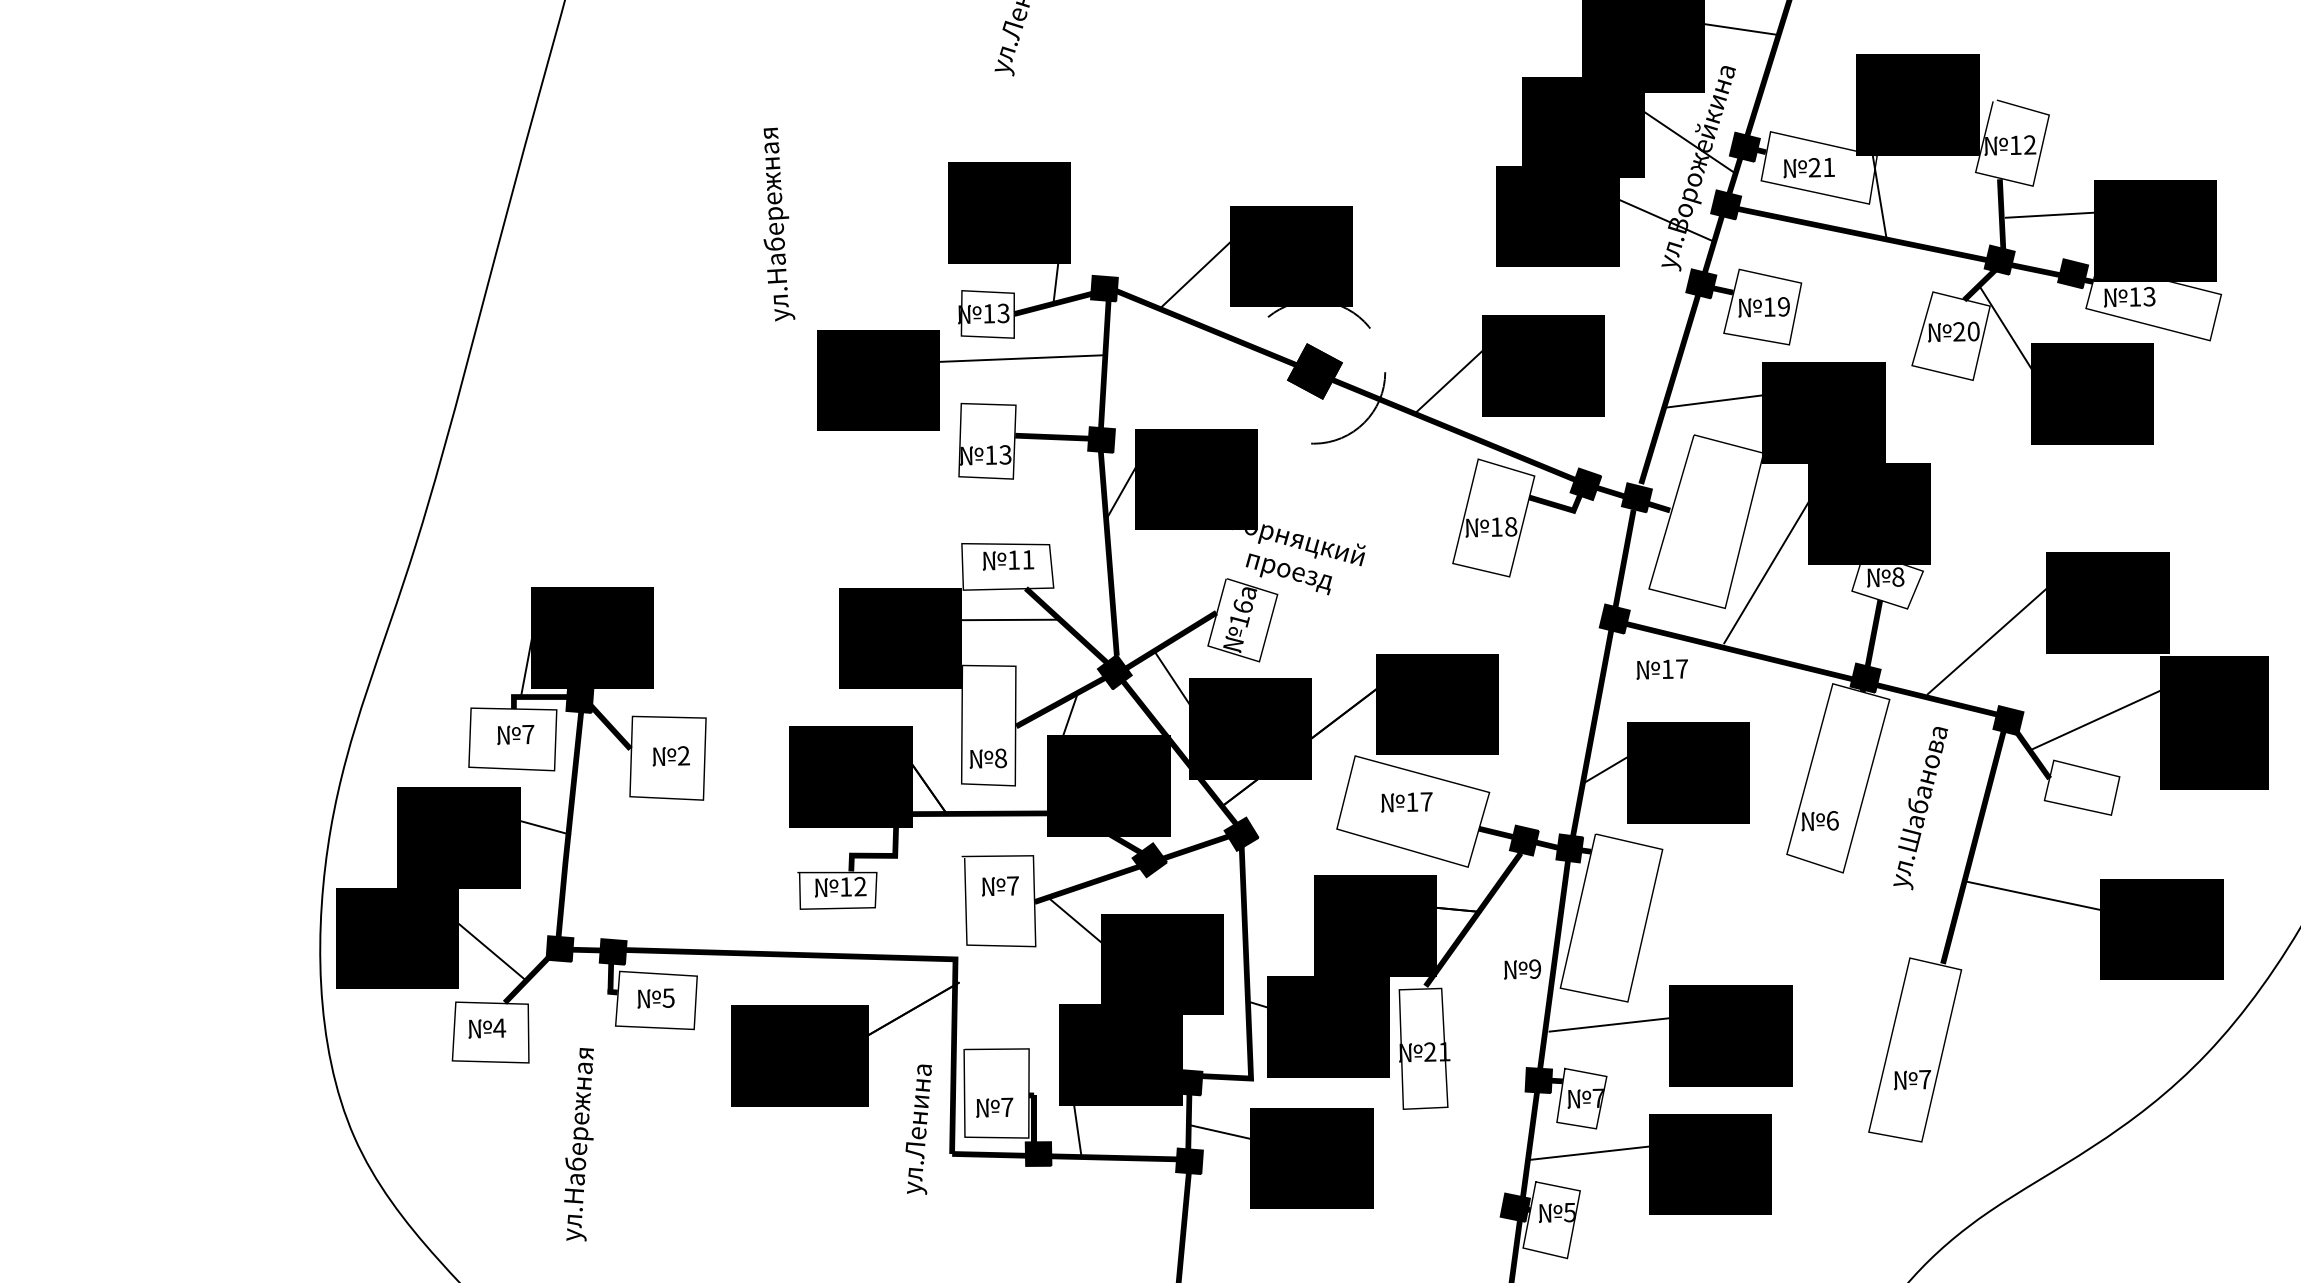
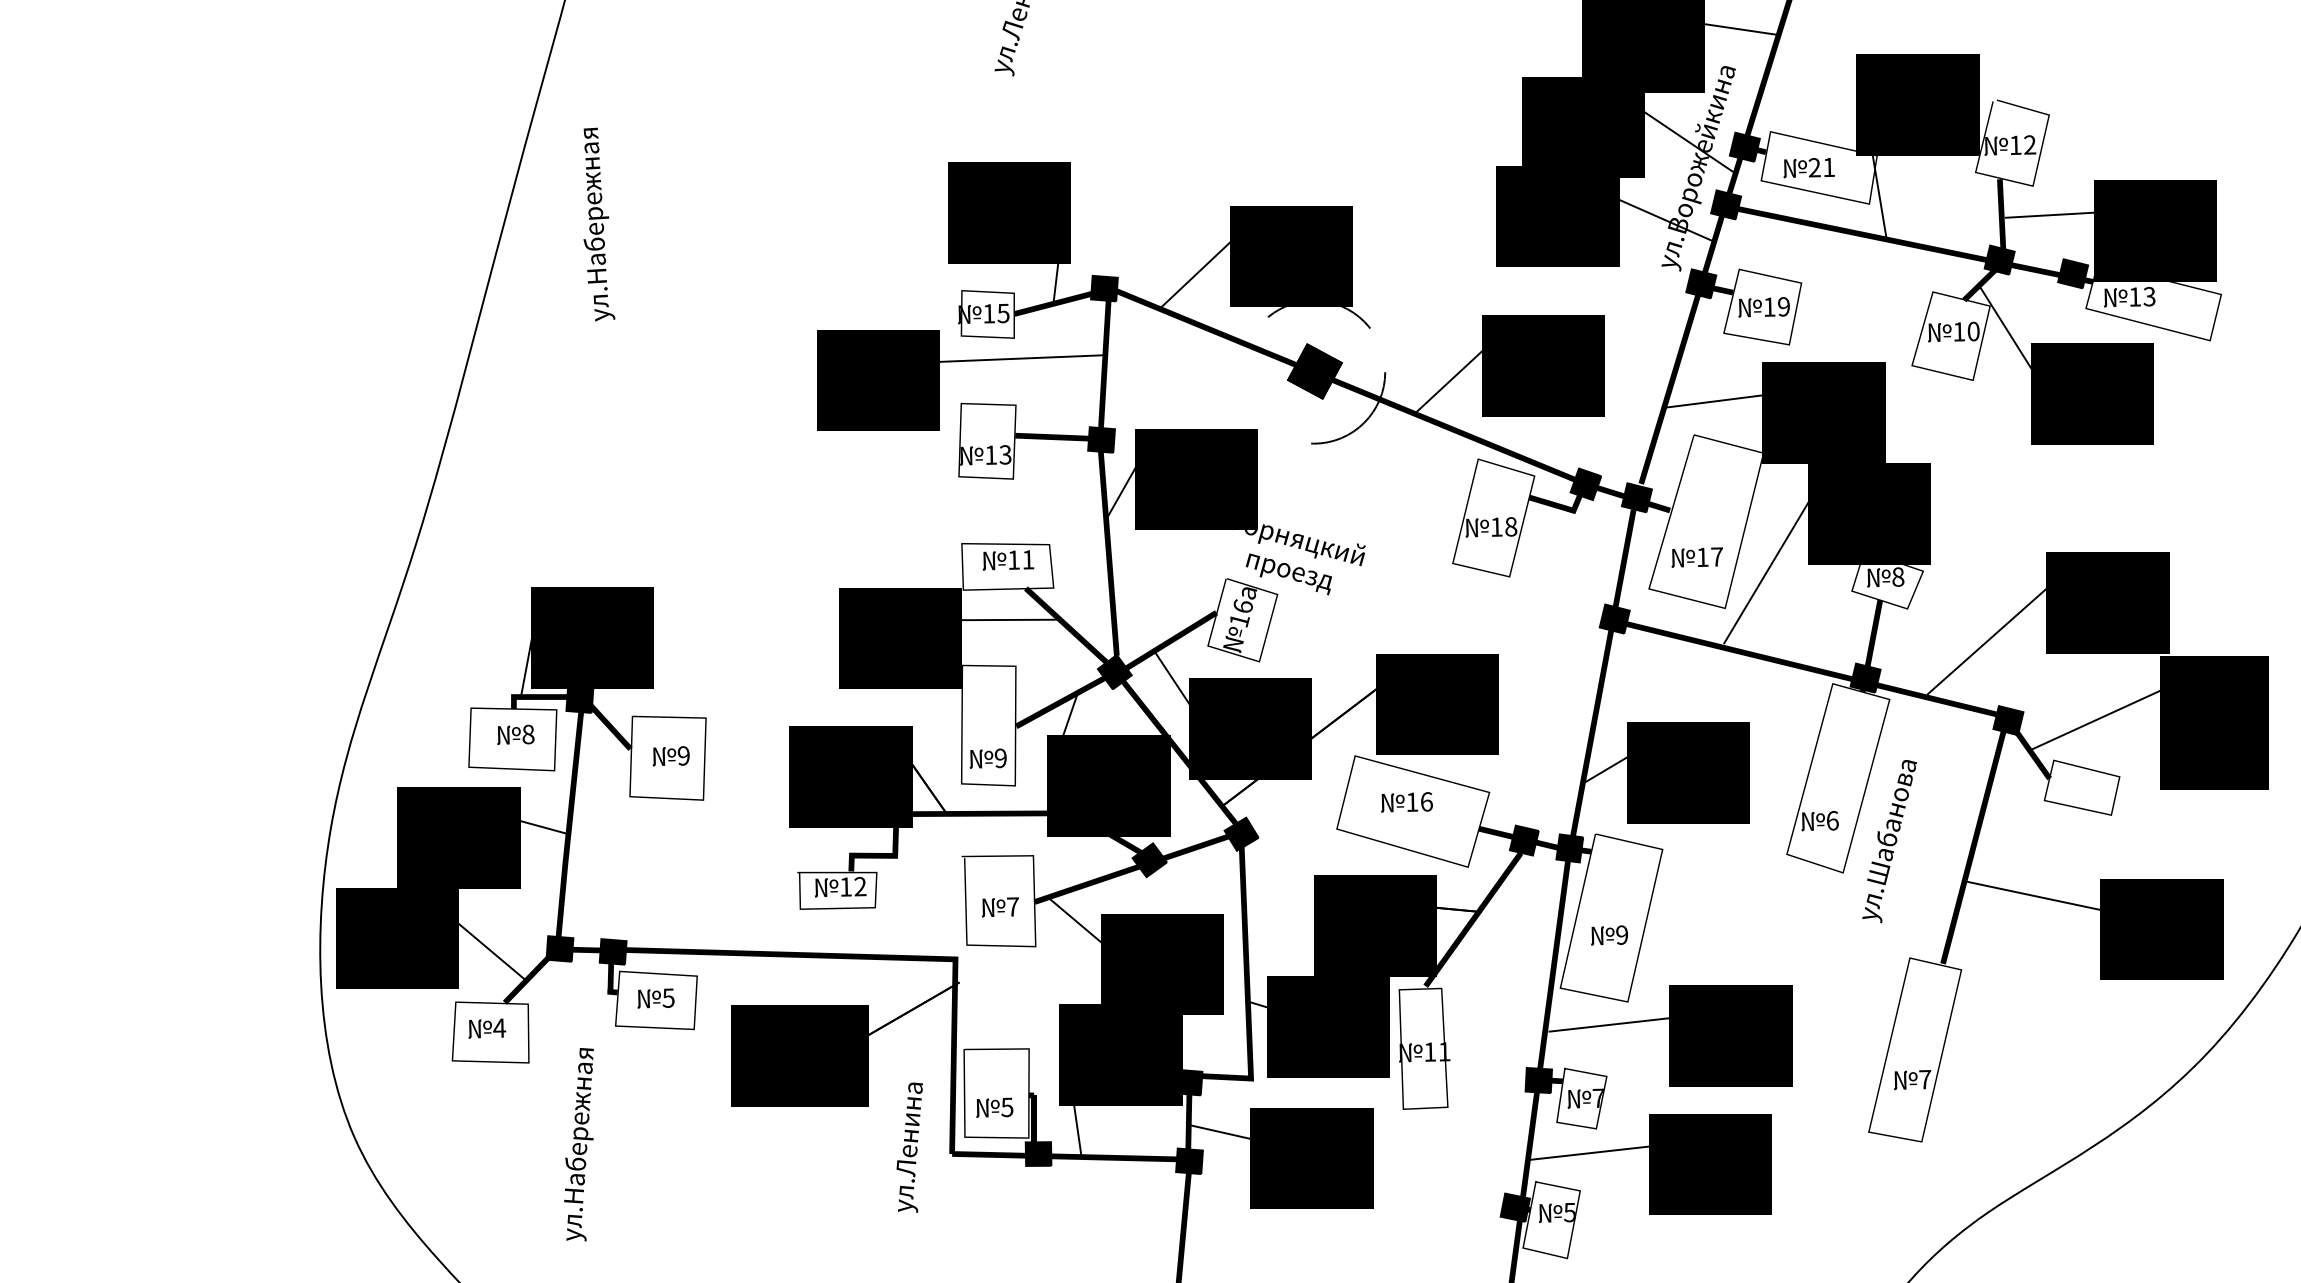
text at (779, 224) position: (779, 224) -> (599, 224)
text at (1003, 312): 13 -> 15
text at (1959, 331): 20 -> 10
text at (1661, 669) position: (1661, 669) -> (1696, 557)
text at (528, 734): 7 -> 8
text at (683, 755): 2 -> 9
text at (1000, 758): 8 -> 9
text at (1426, 801): 17 -> 16
text at (1920, 808) position: (1920, 808) -> (1889, 841)
text at (1000, 886) position: (1000, 886) -> (1000, 907)
text at (1522, 969) position: (1522, 969) -> (1609, 935)
text at (1430, 1051): 21 -> 11
text at (1007, 1107): 7 -> 5
text at (918, 1129) position: (918, 1129) -> (909, 1147)
